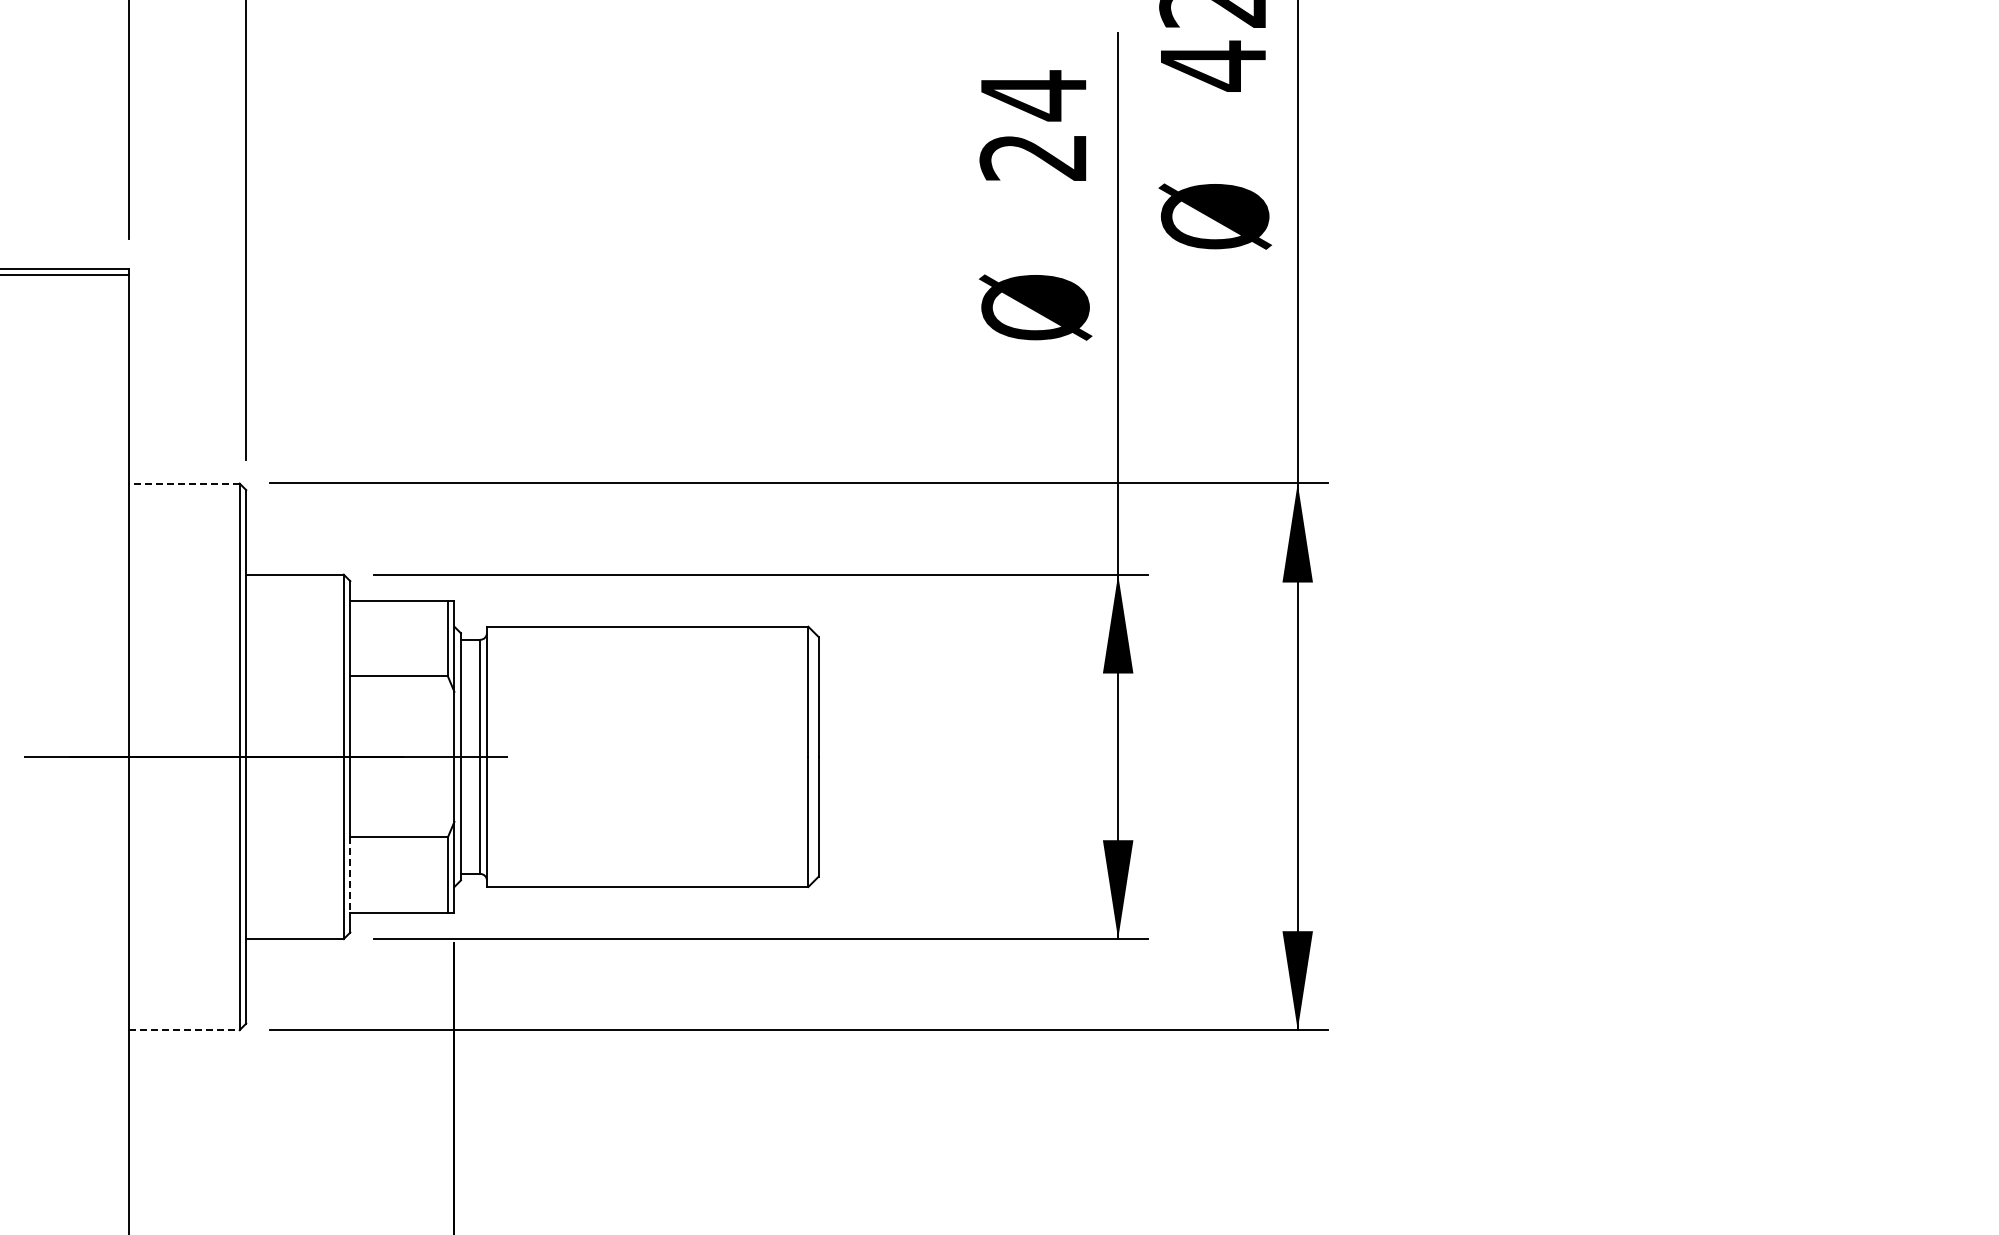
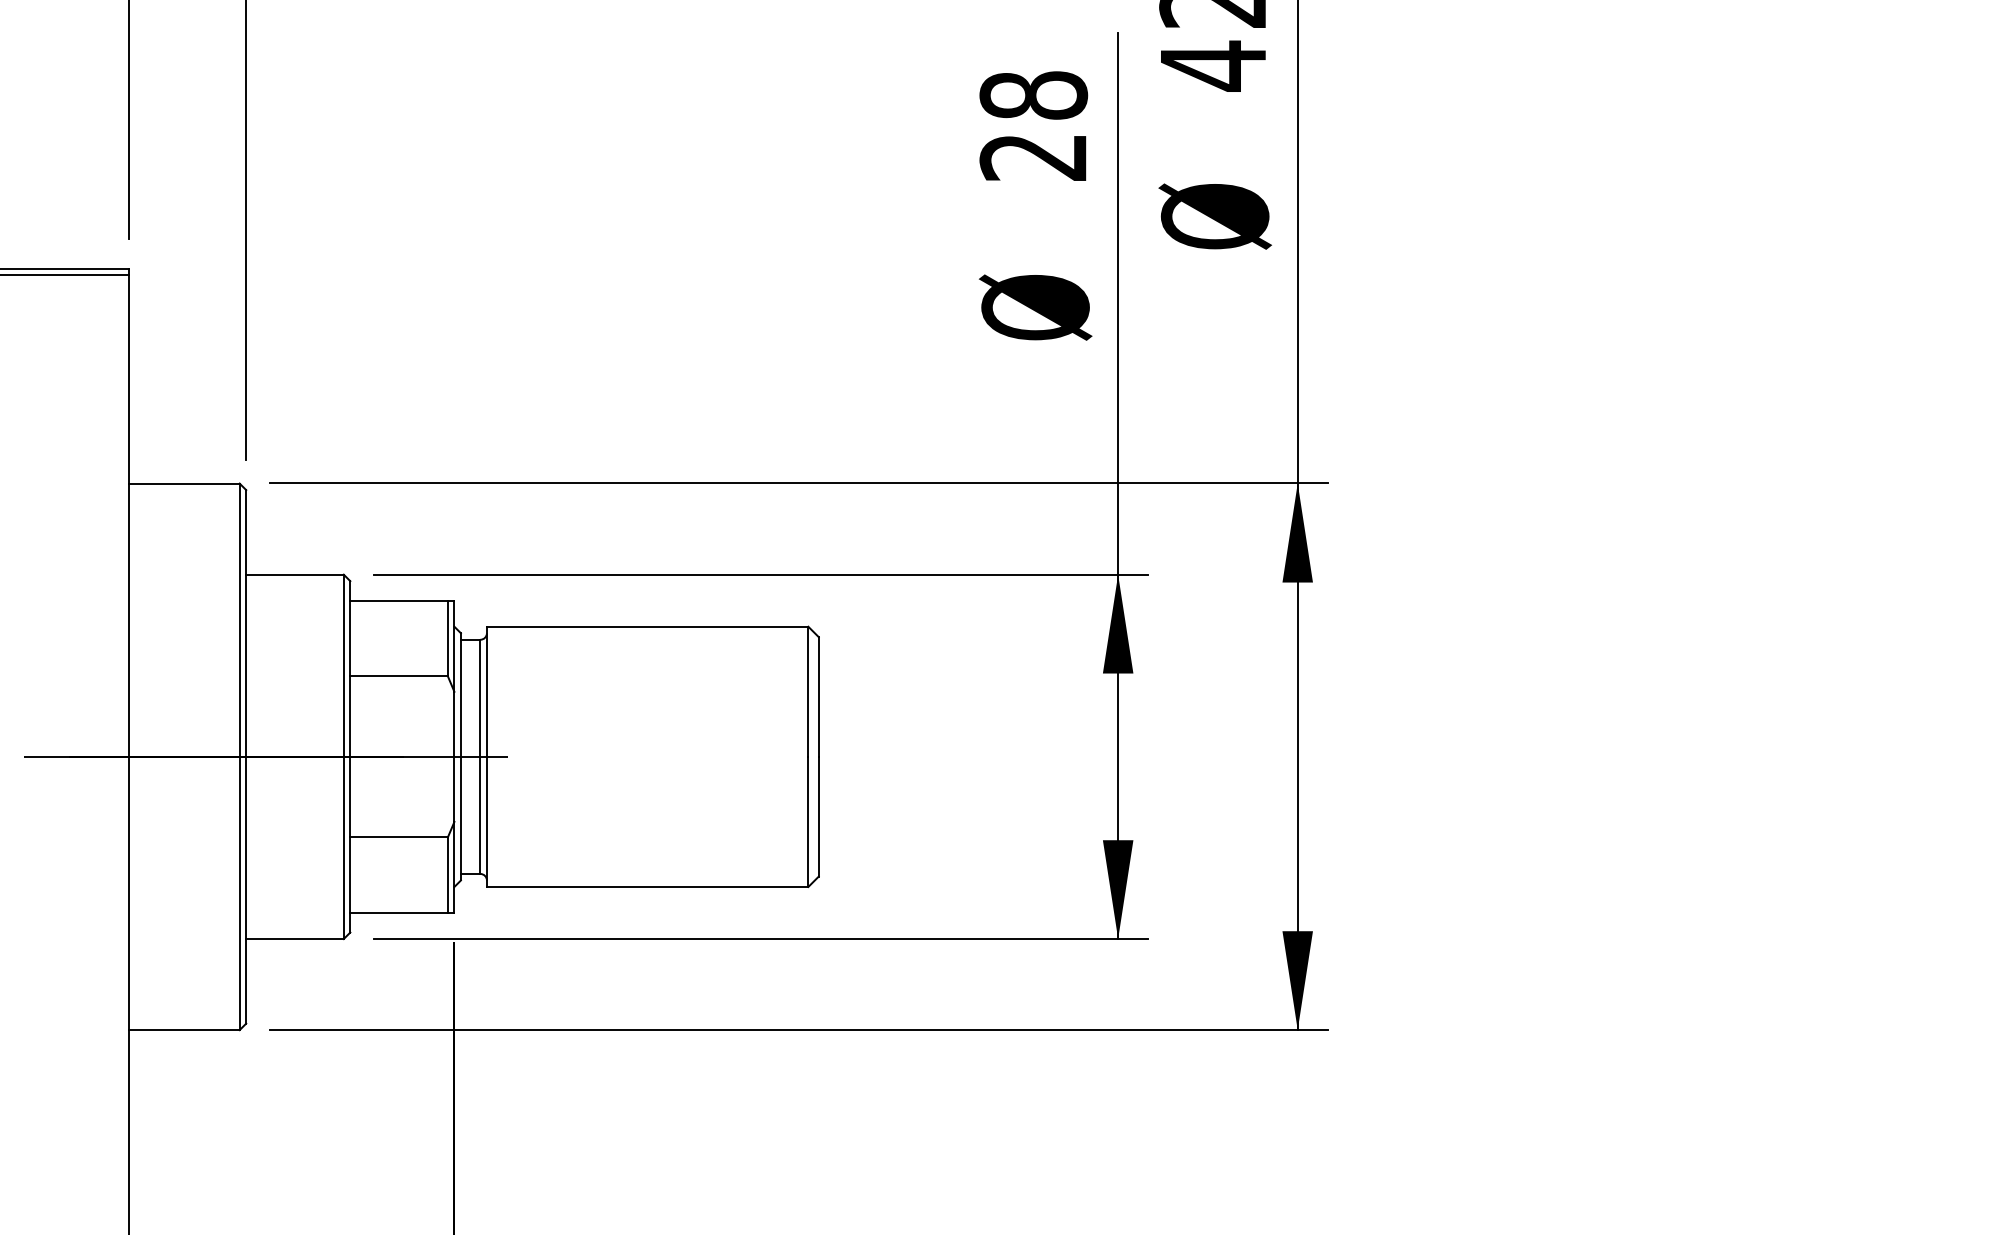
text at (1033, 95): 24 -> 28
line at (183, 483): dashed -> solid
line at (350, 875): dashed -> solid
line at (184, 1030): dashed -> solid
